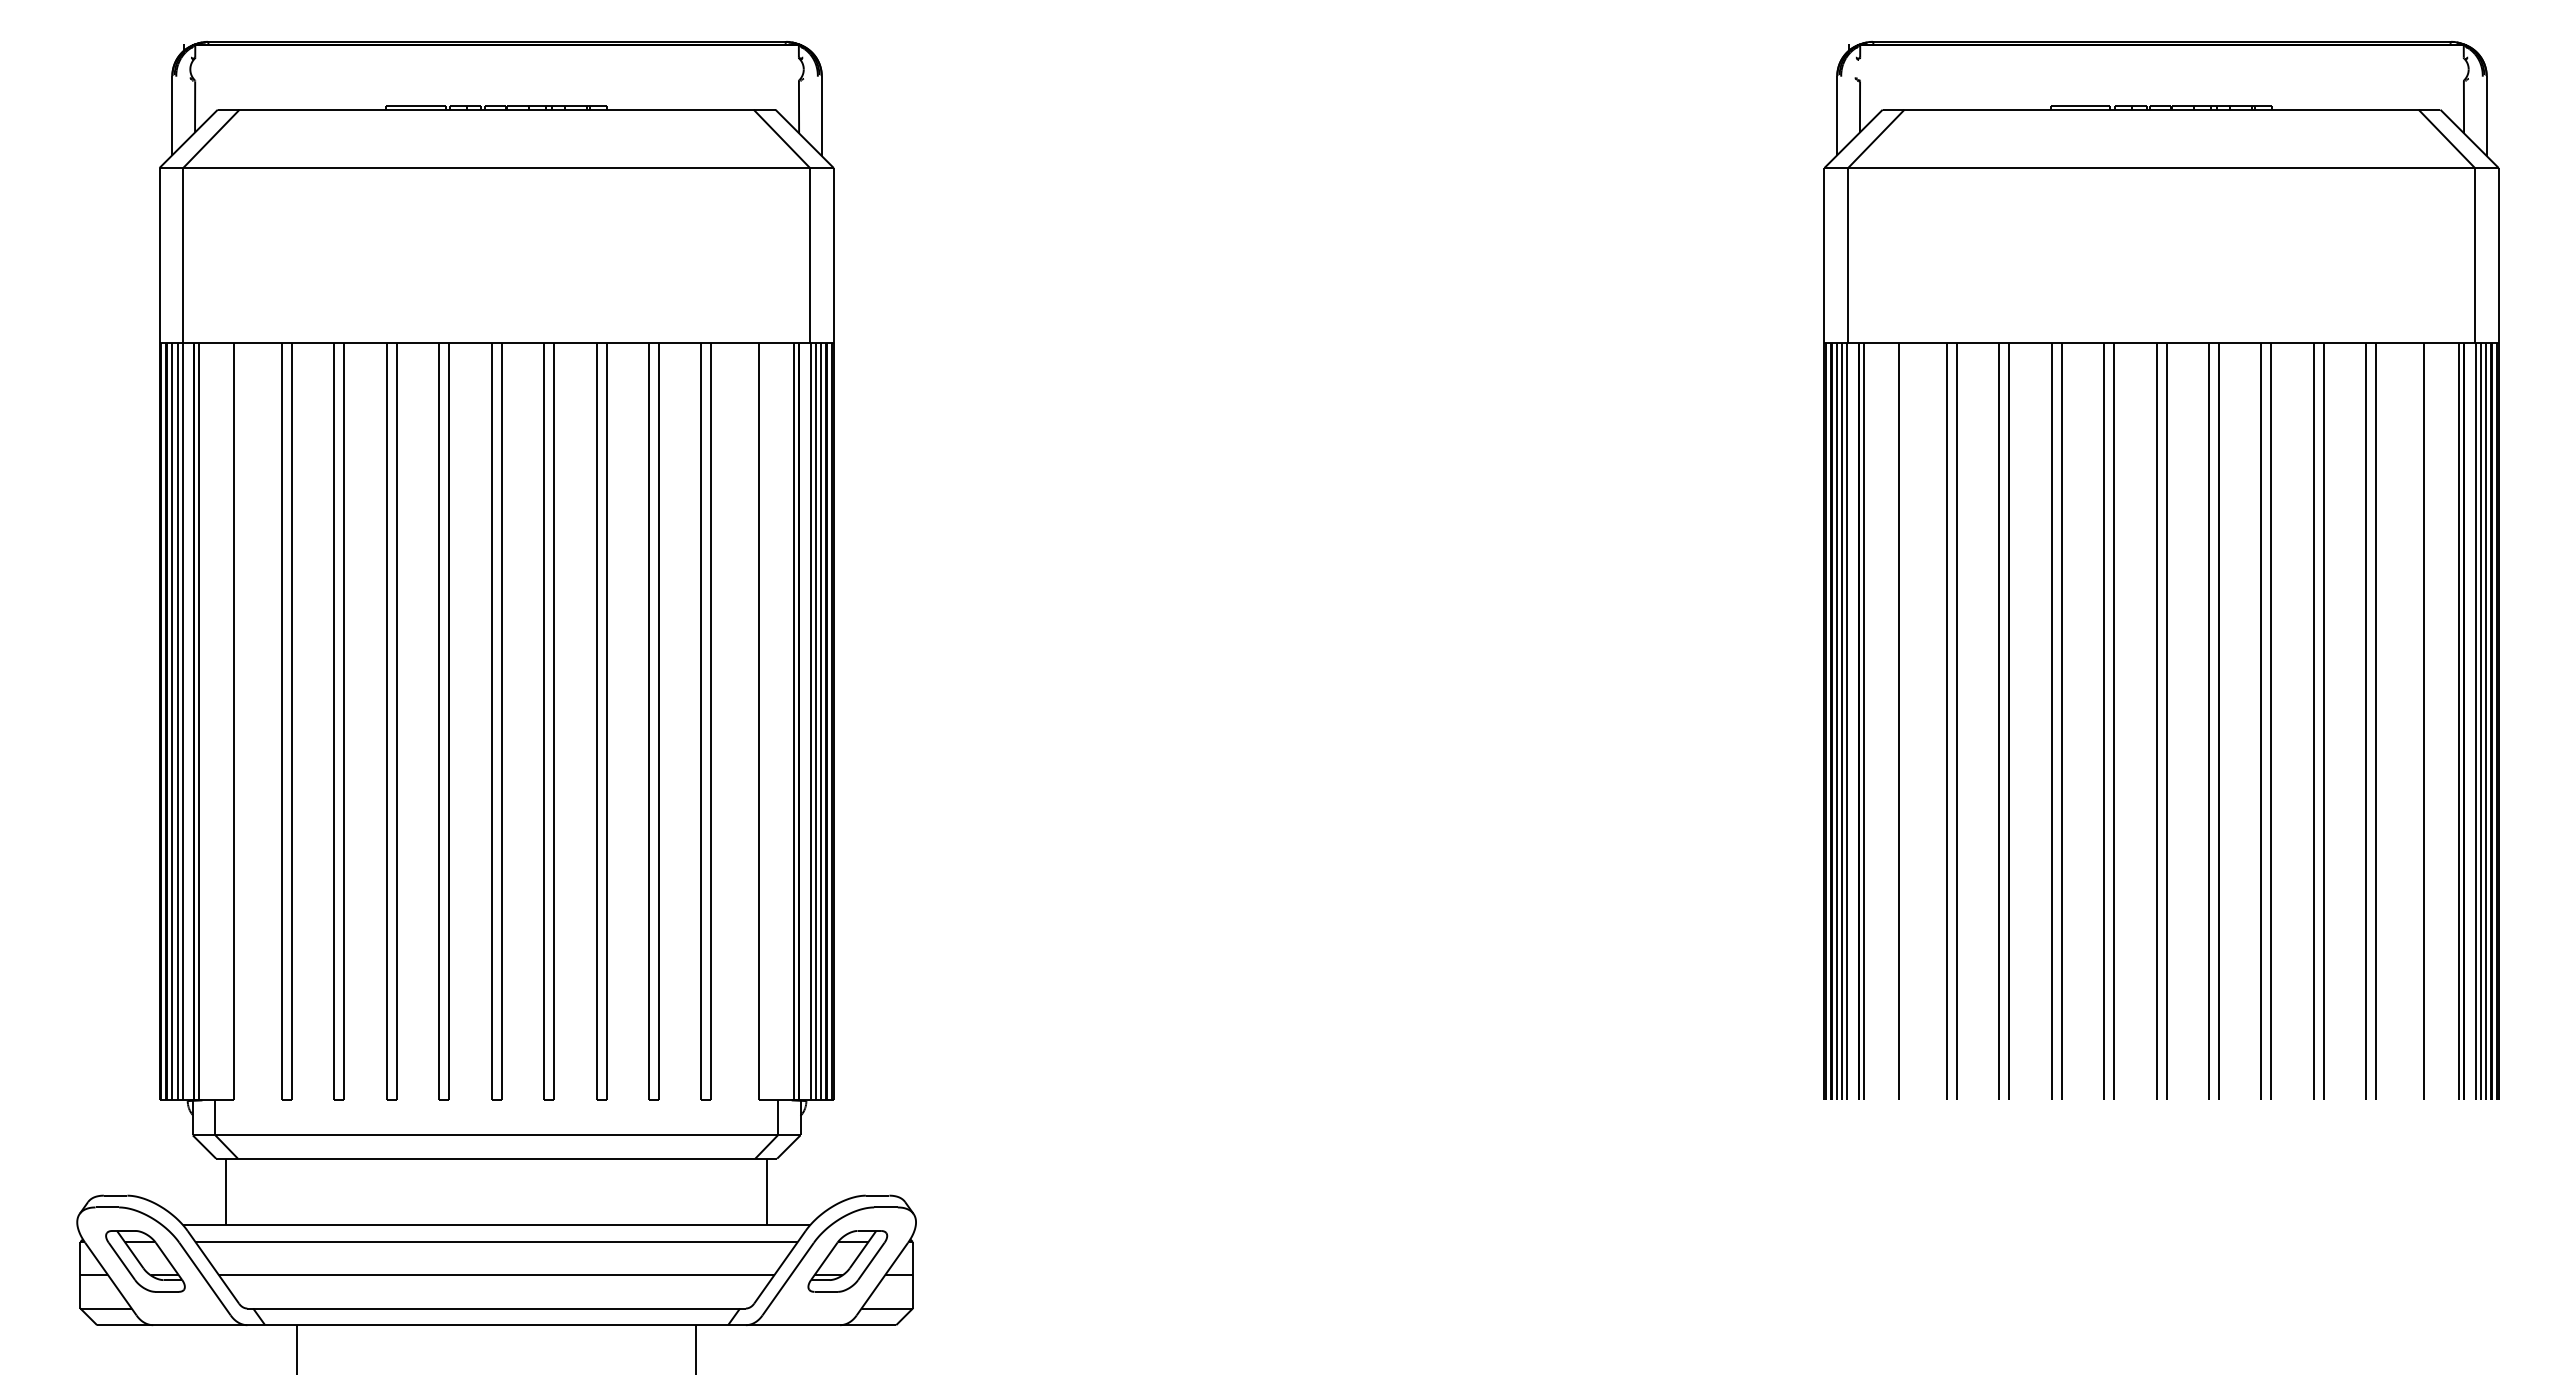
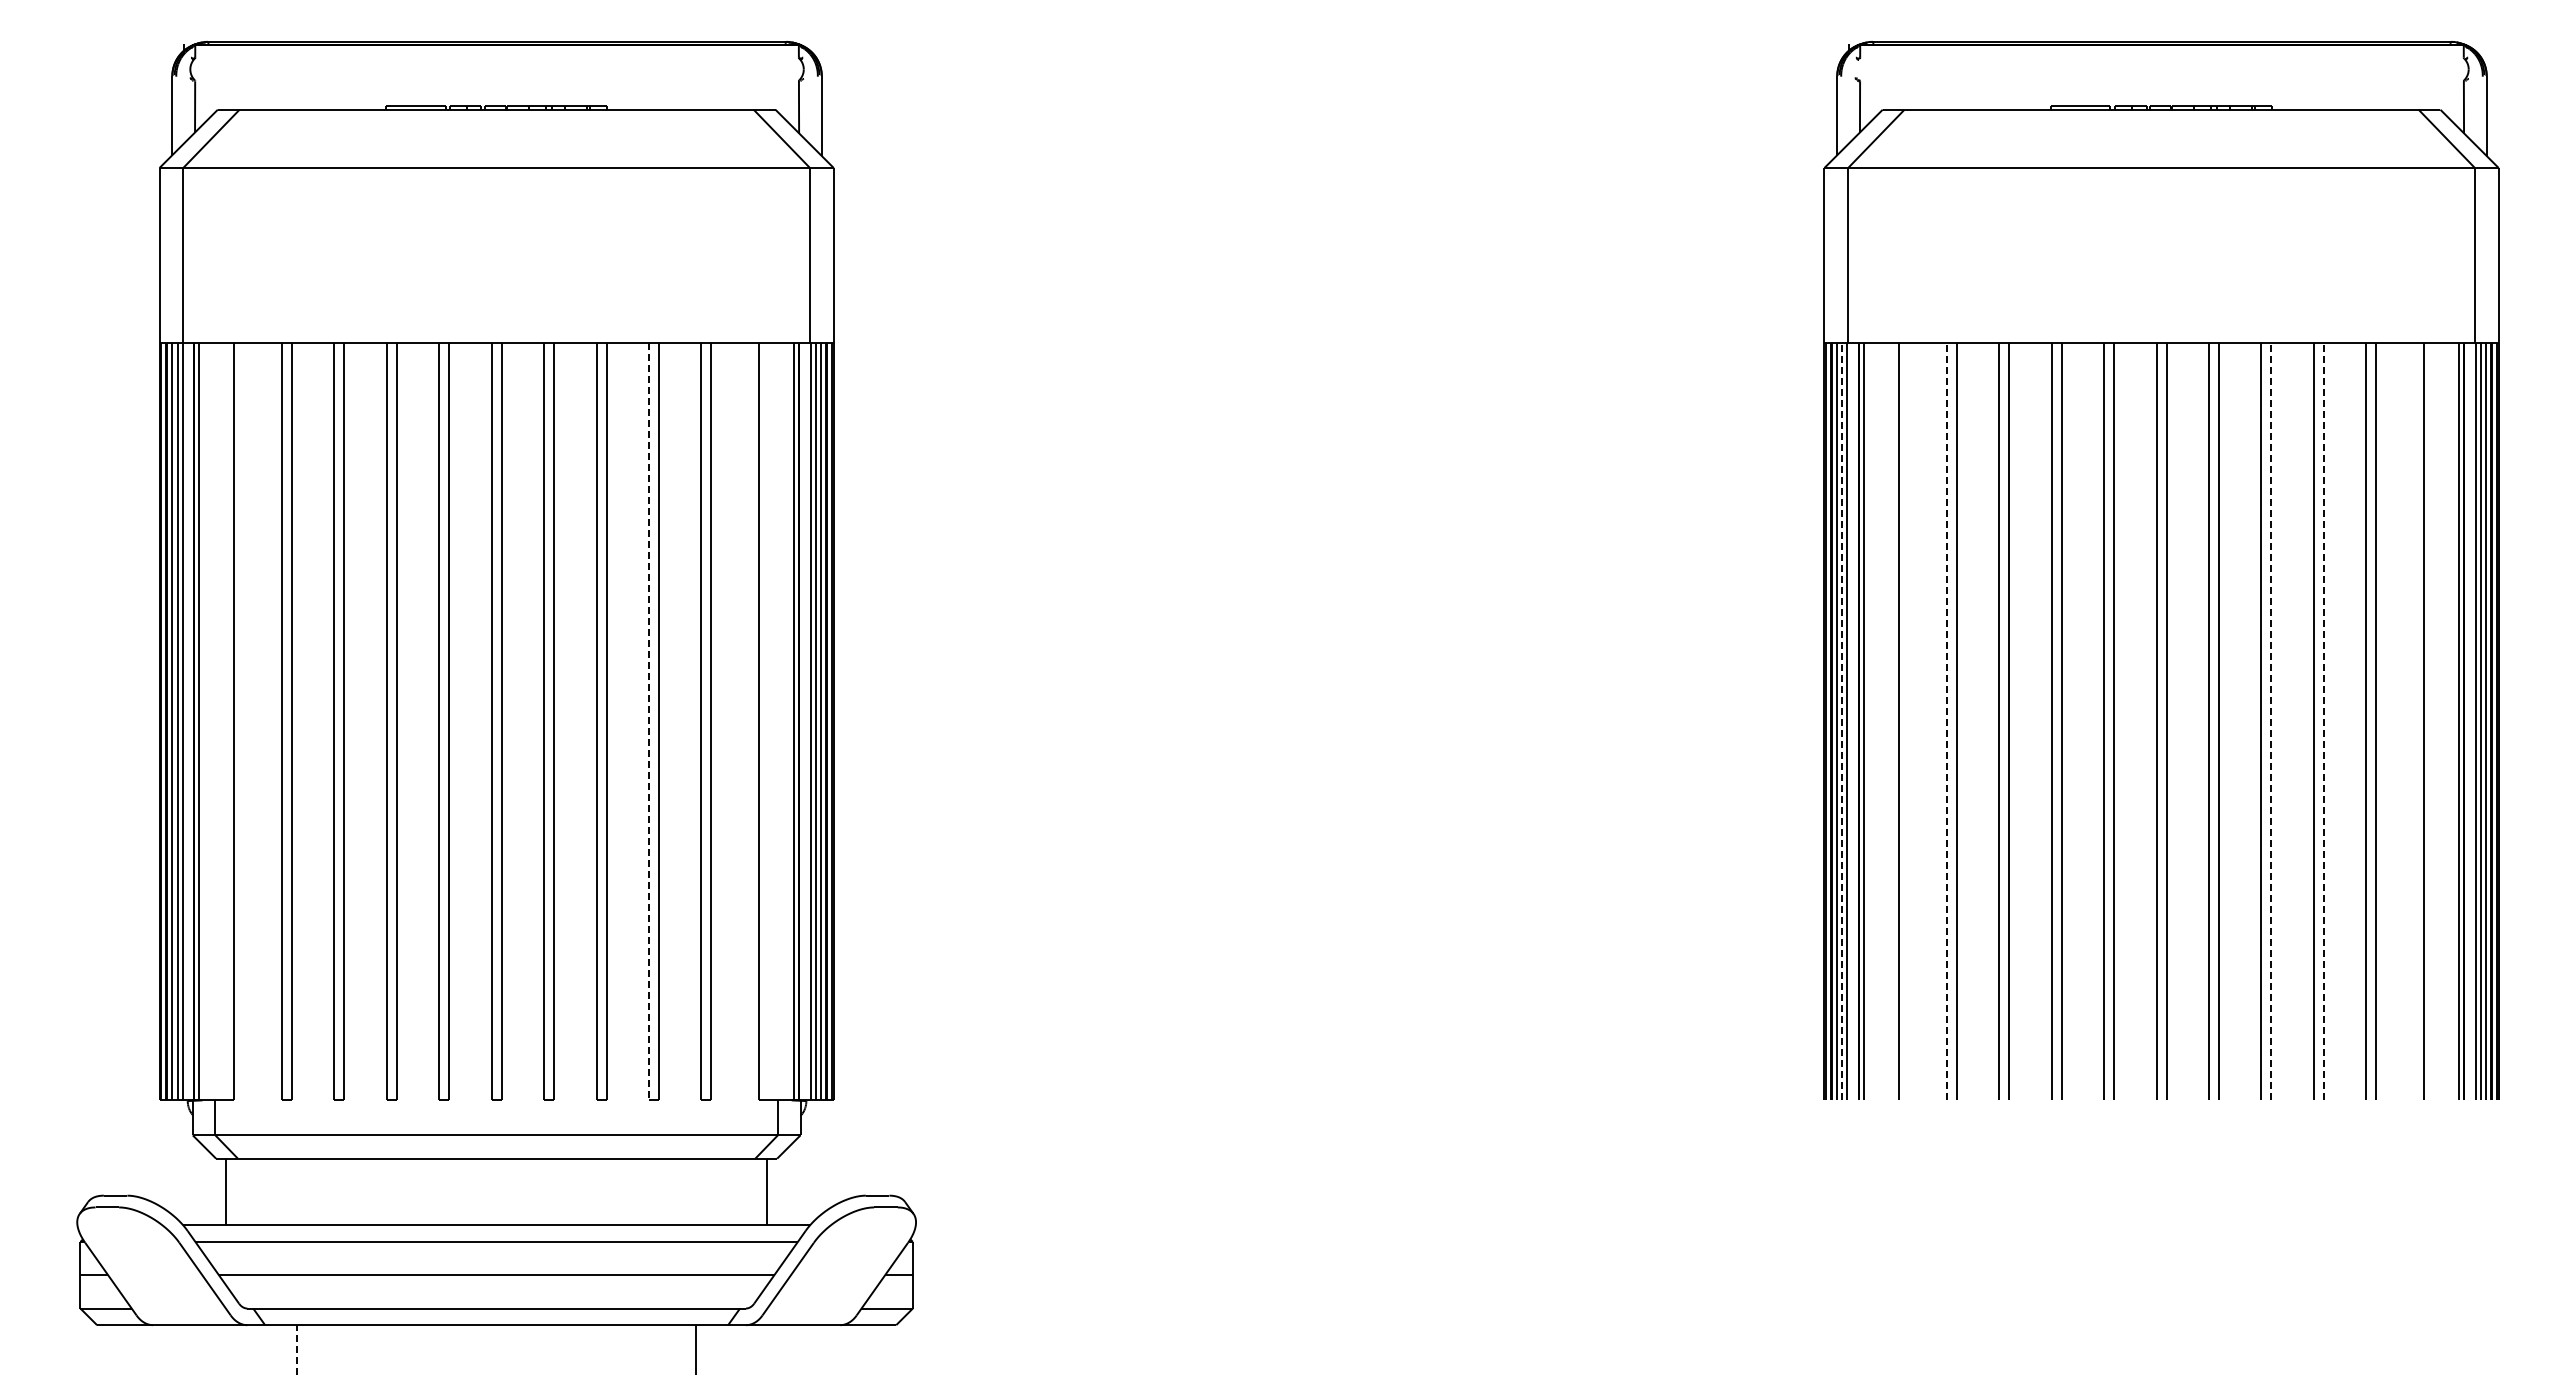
line at (649, 721): solid -> dashed
line at (1842, 721): solid -> dashed
line at (1946, 721): solid -> dashed
line at (2271, 721): solid -> dashed
line at (2323, 721): solid -> dashed
part at (145, 1261): present -> none
part at (847, 1261): present -> none
line at (296, 1350): solid -> dashed
